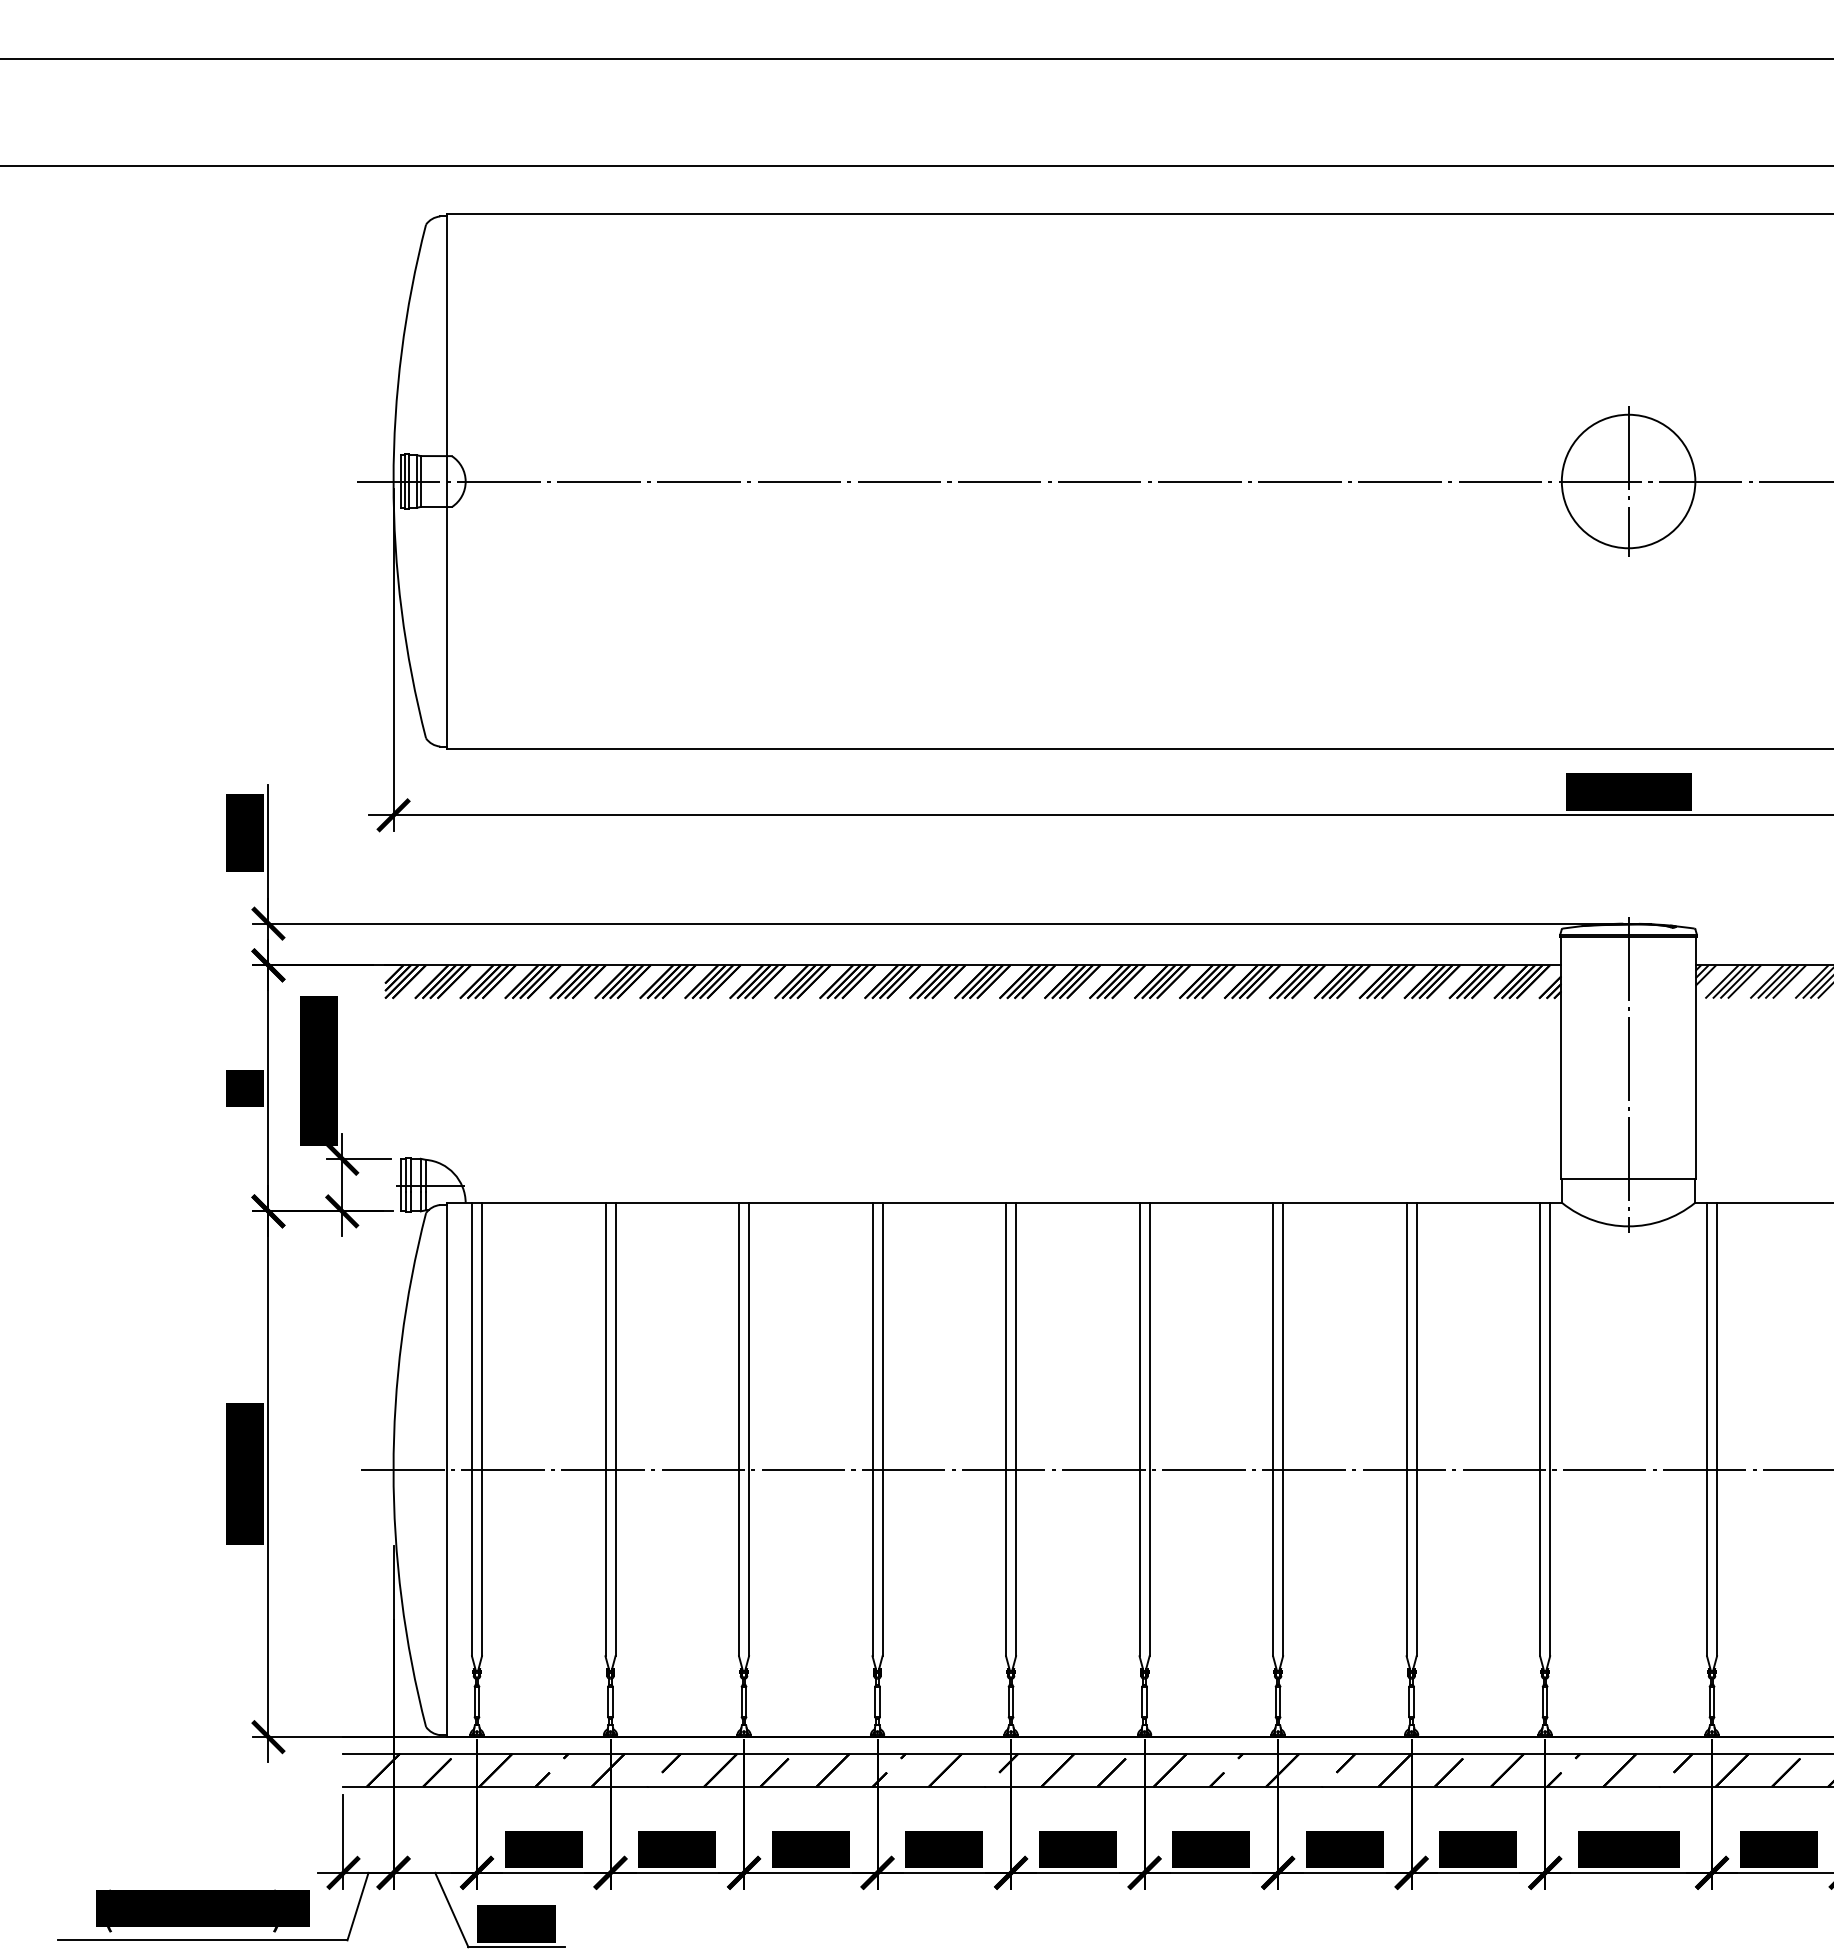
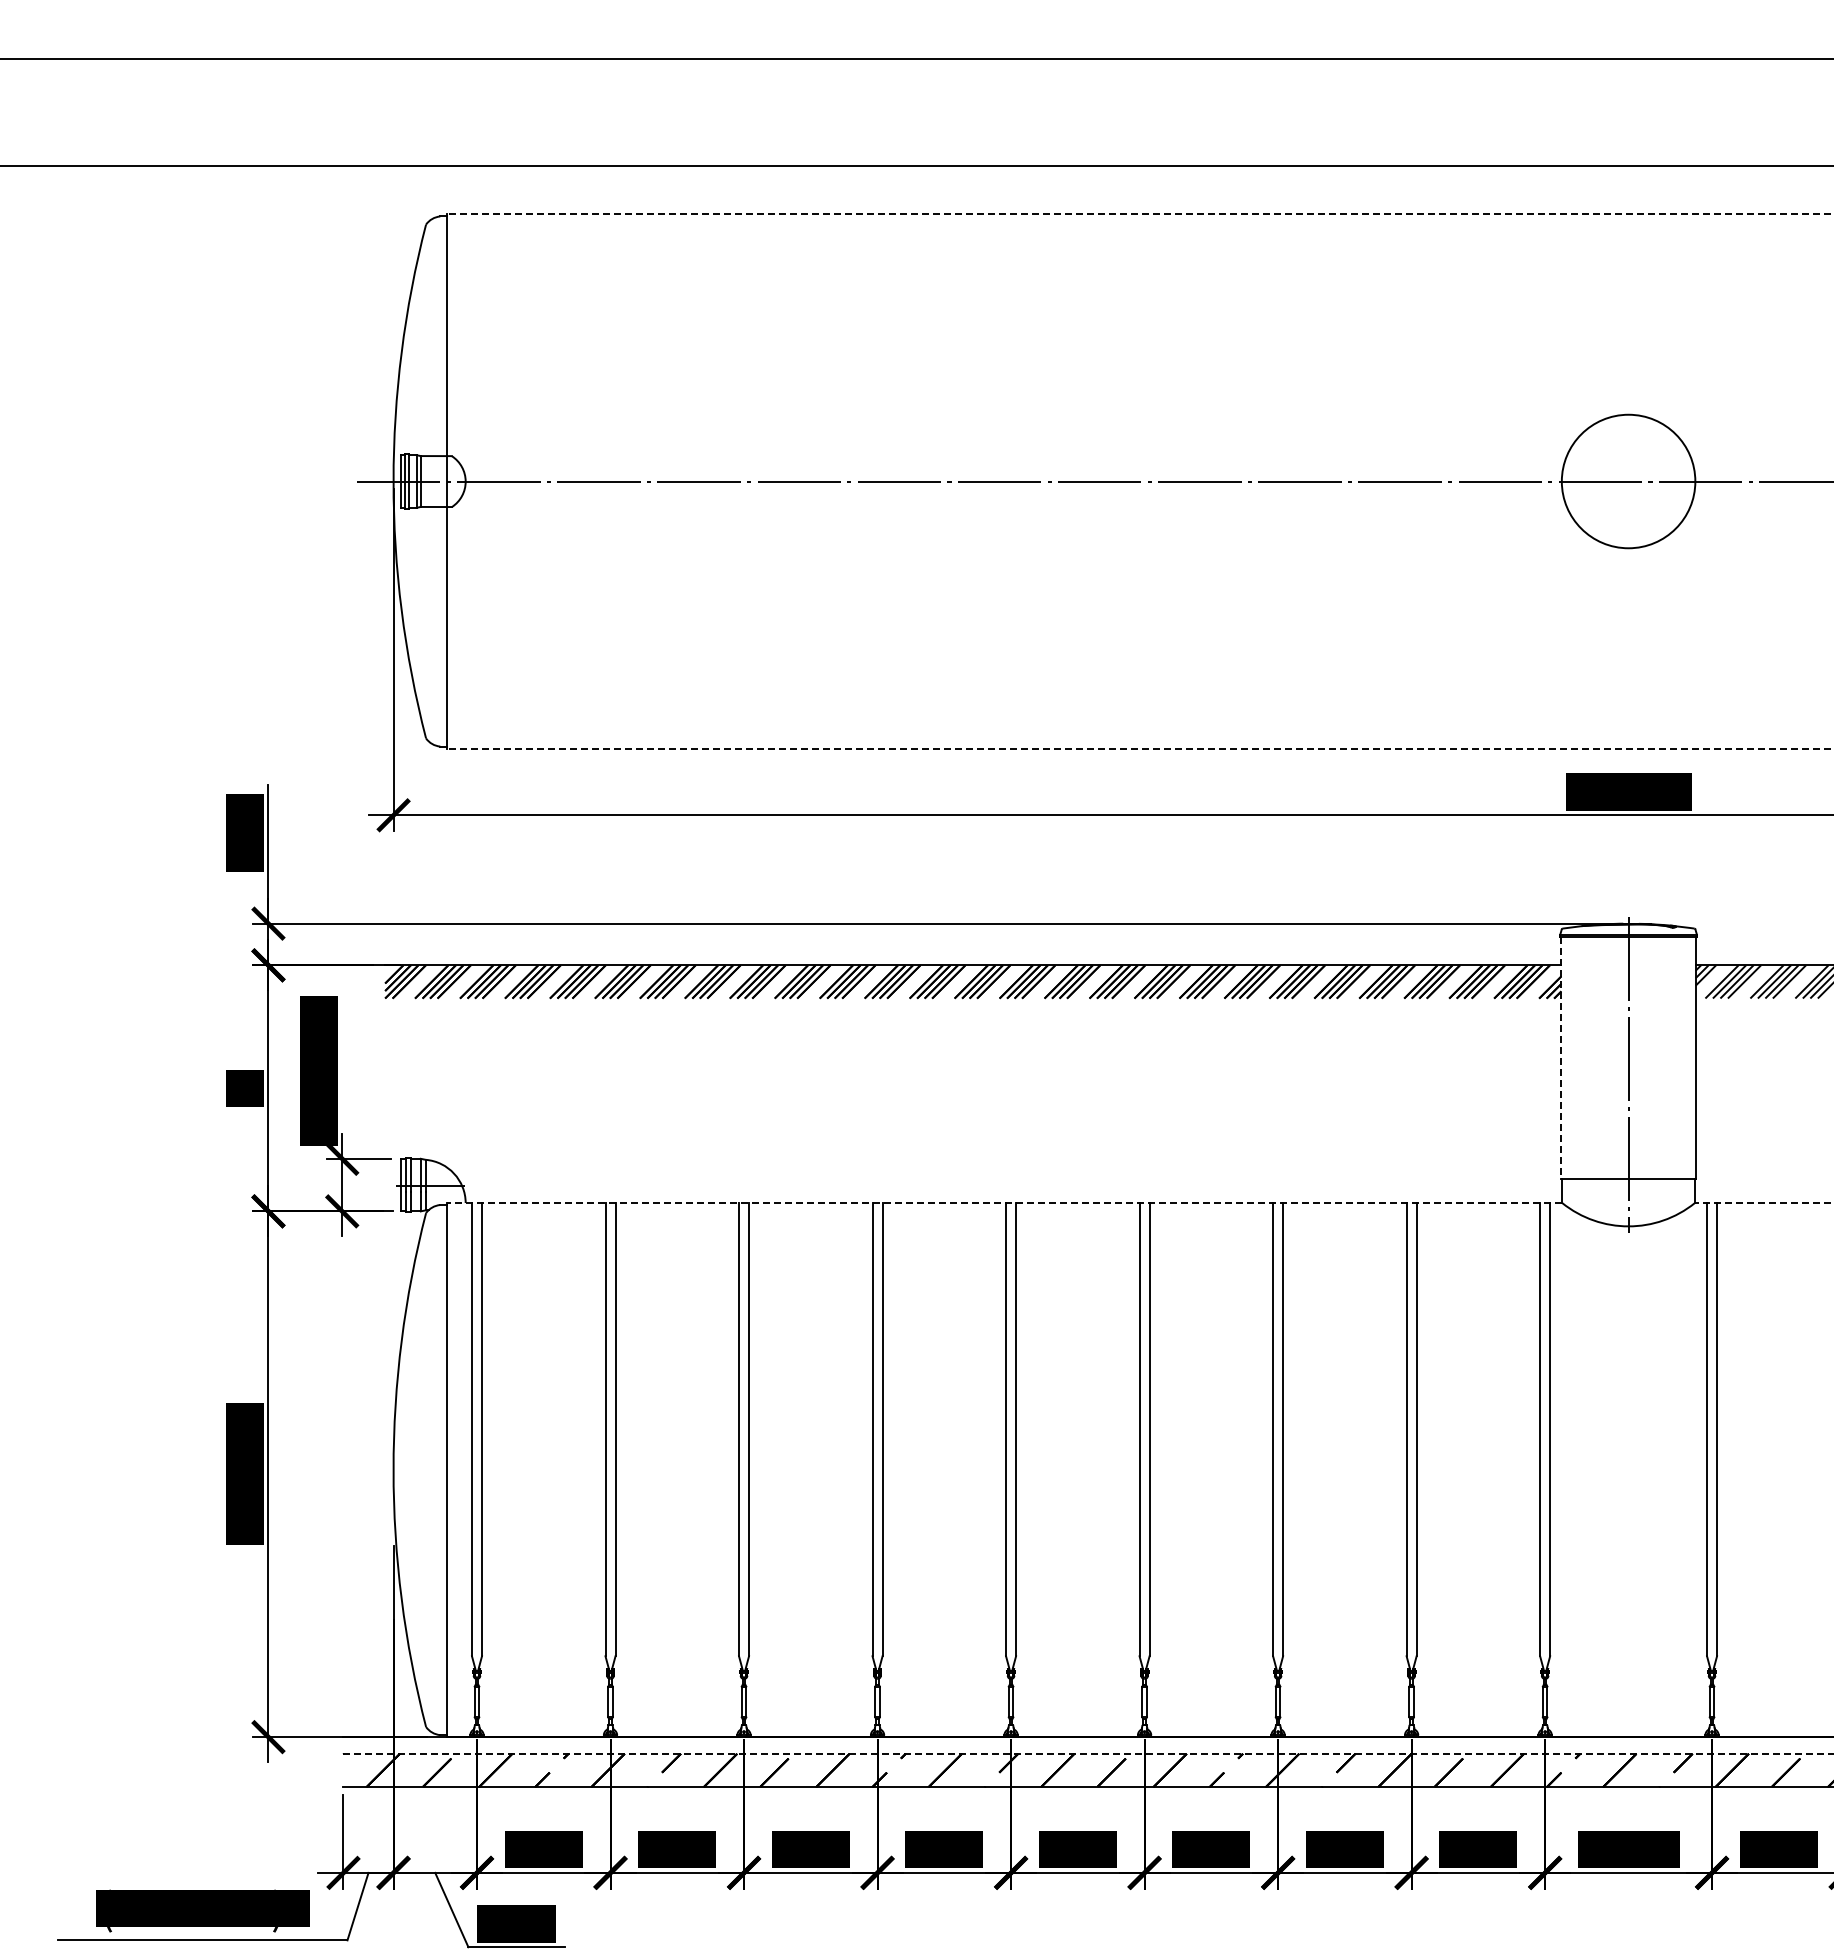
line at (1139, 214): solid -> dashed
line at (1628, 481): present -> none
line at (1139, 748): solid -> dashed
line at (1561, 1058): solid -> dashed
line at (1004, 1203): solid -> dashed
line at (1763, 1203): solid -> dashed
line at (1095, 1470): present -> none
line at (1088, 1753): solid -> dashed
